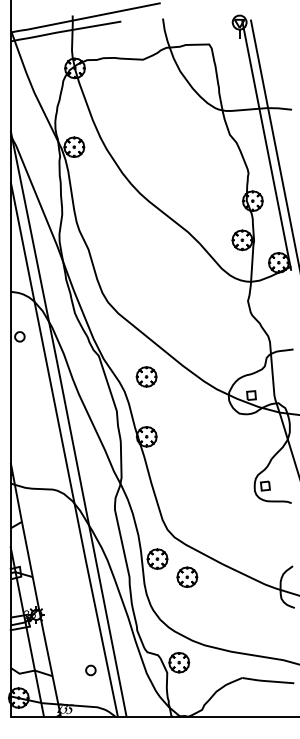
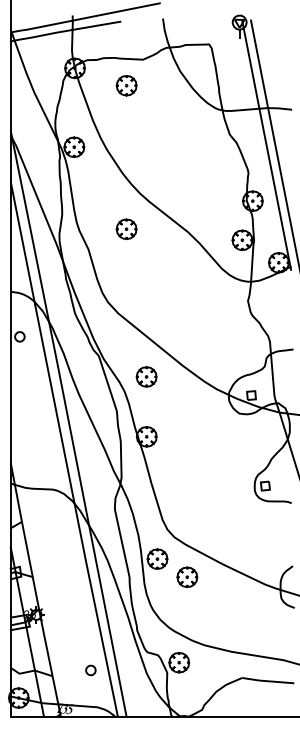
part at (126, 85): none -> present
part at (126, 229): none -> present
